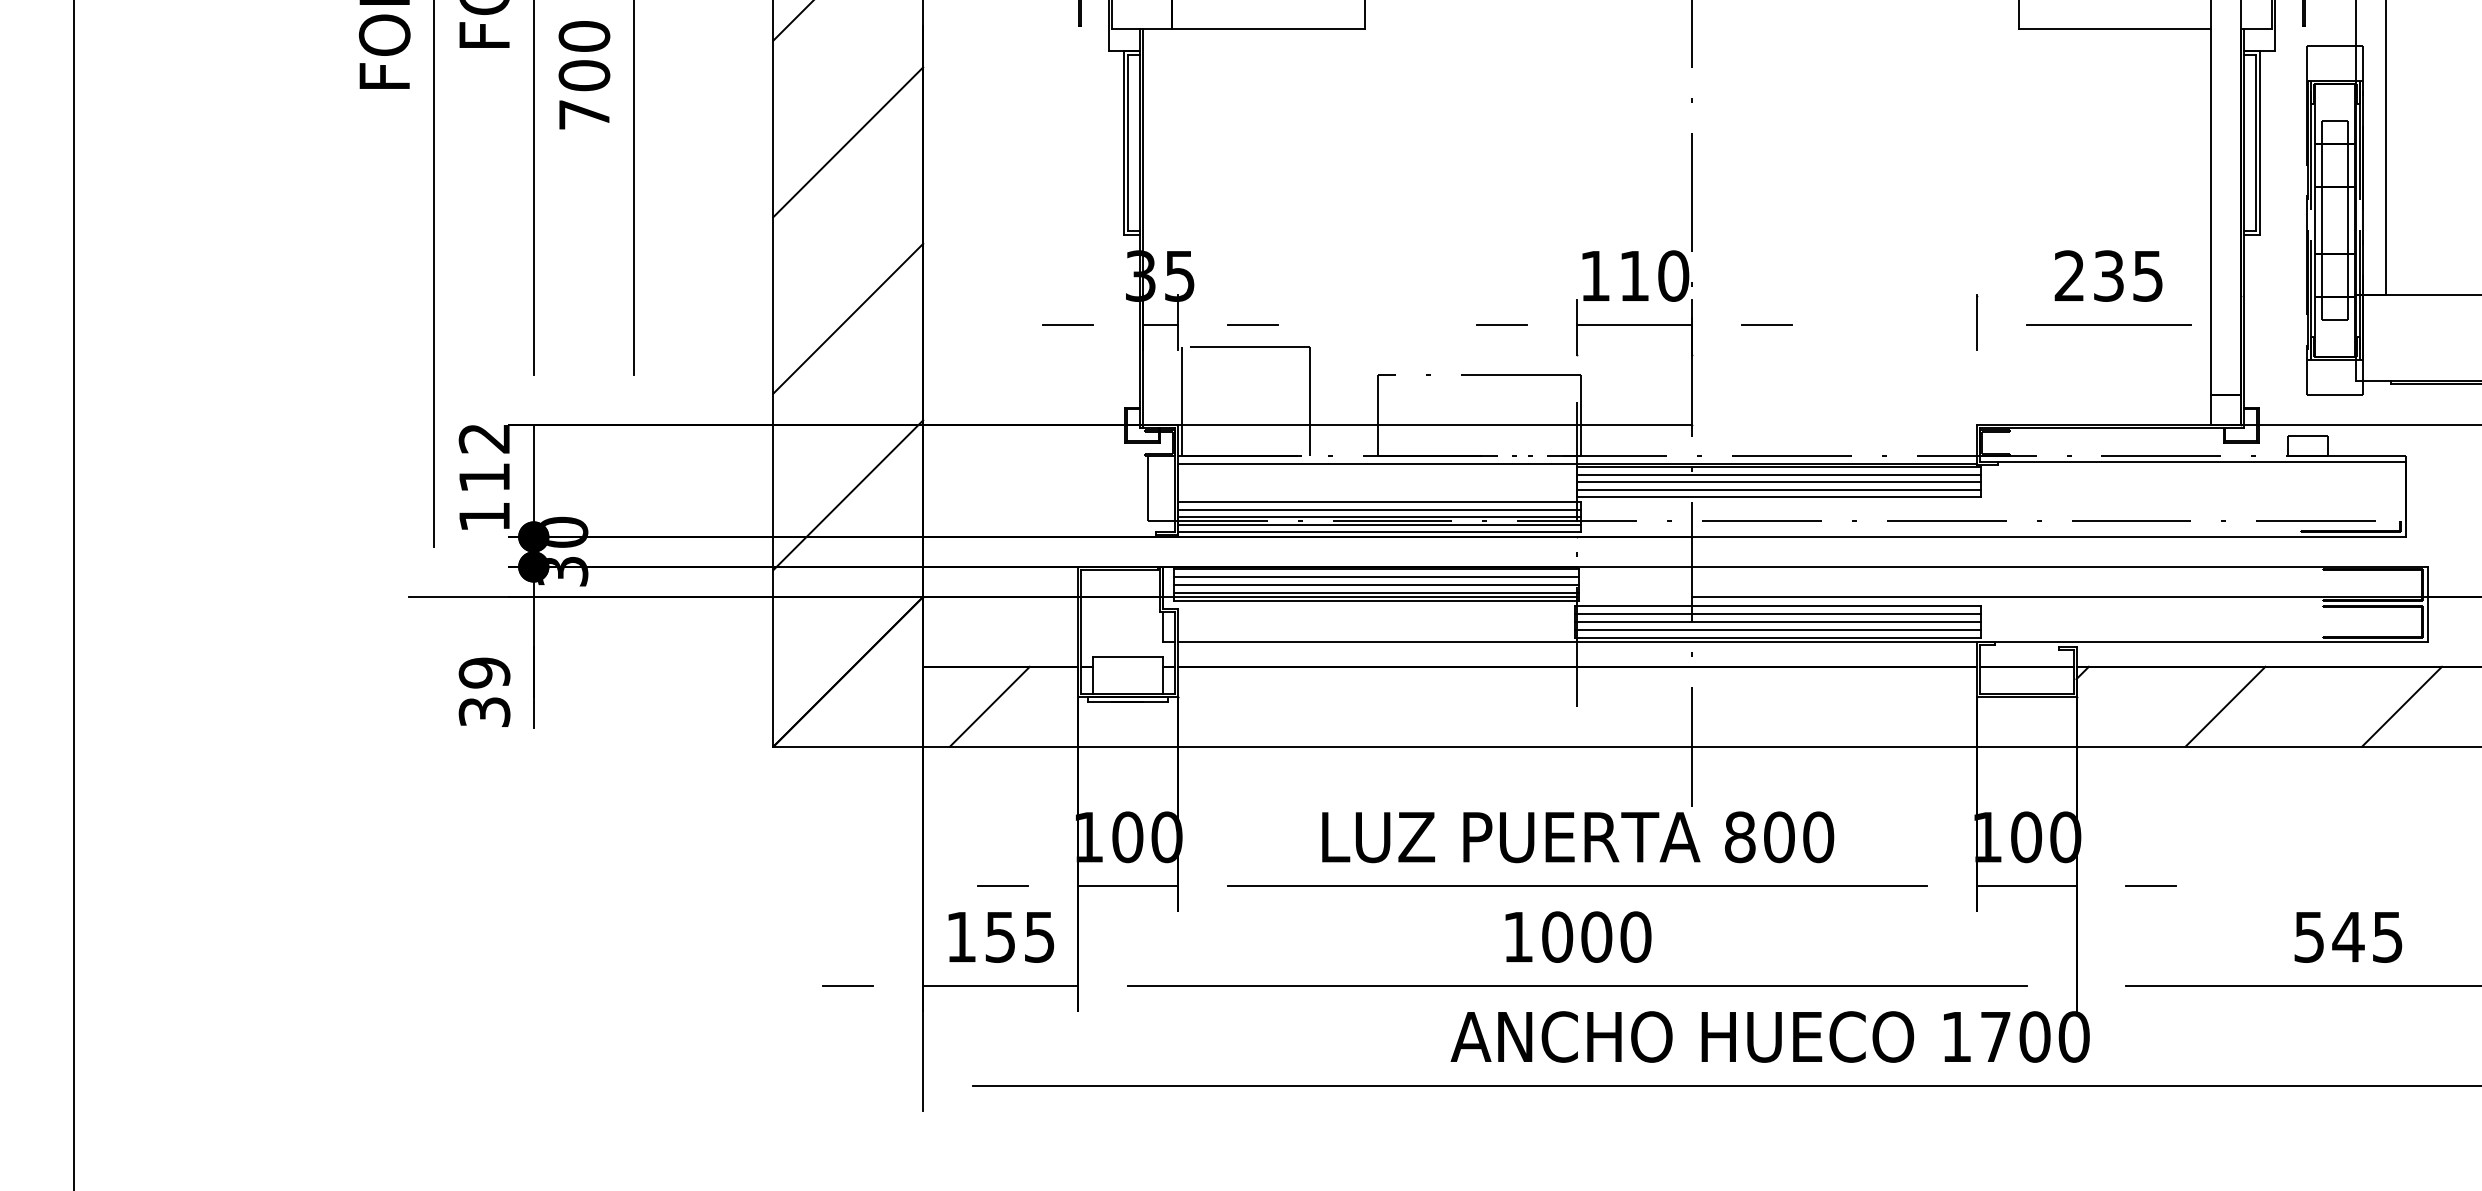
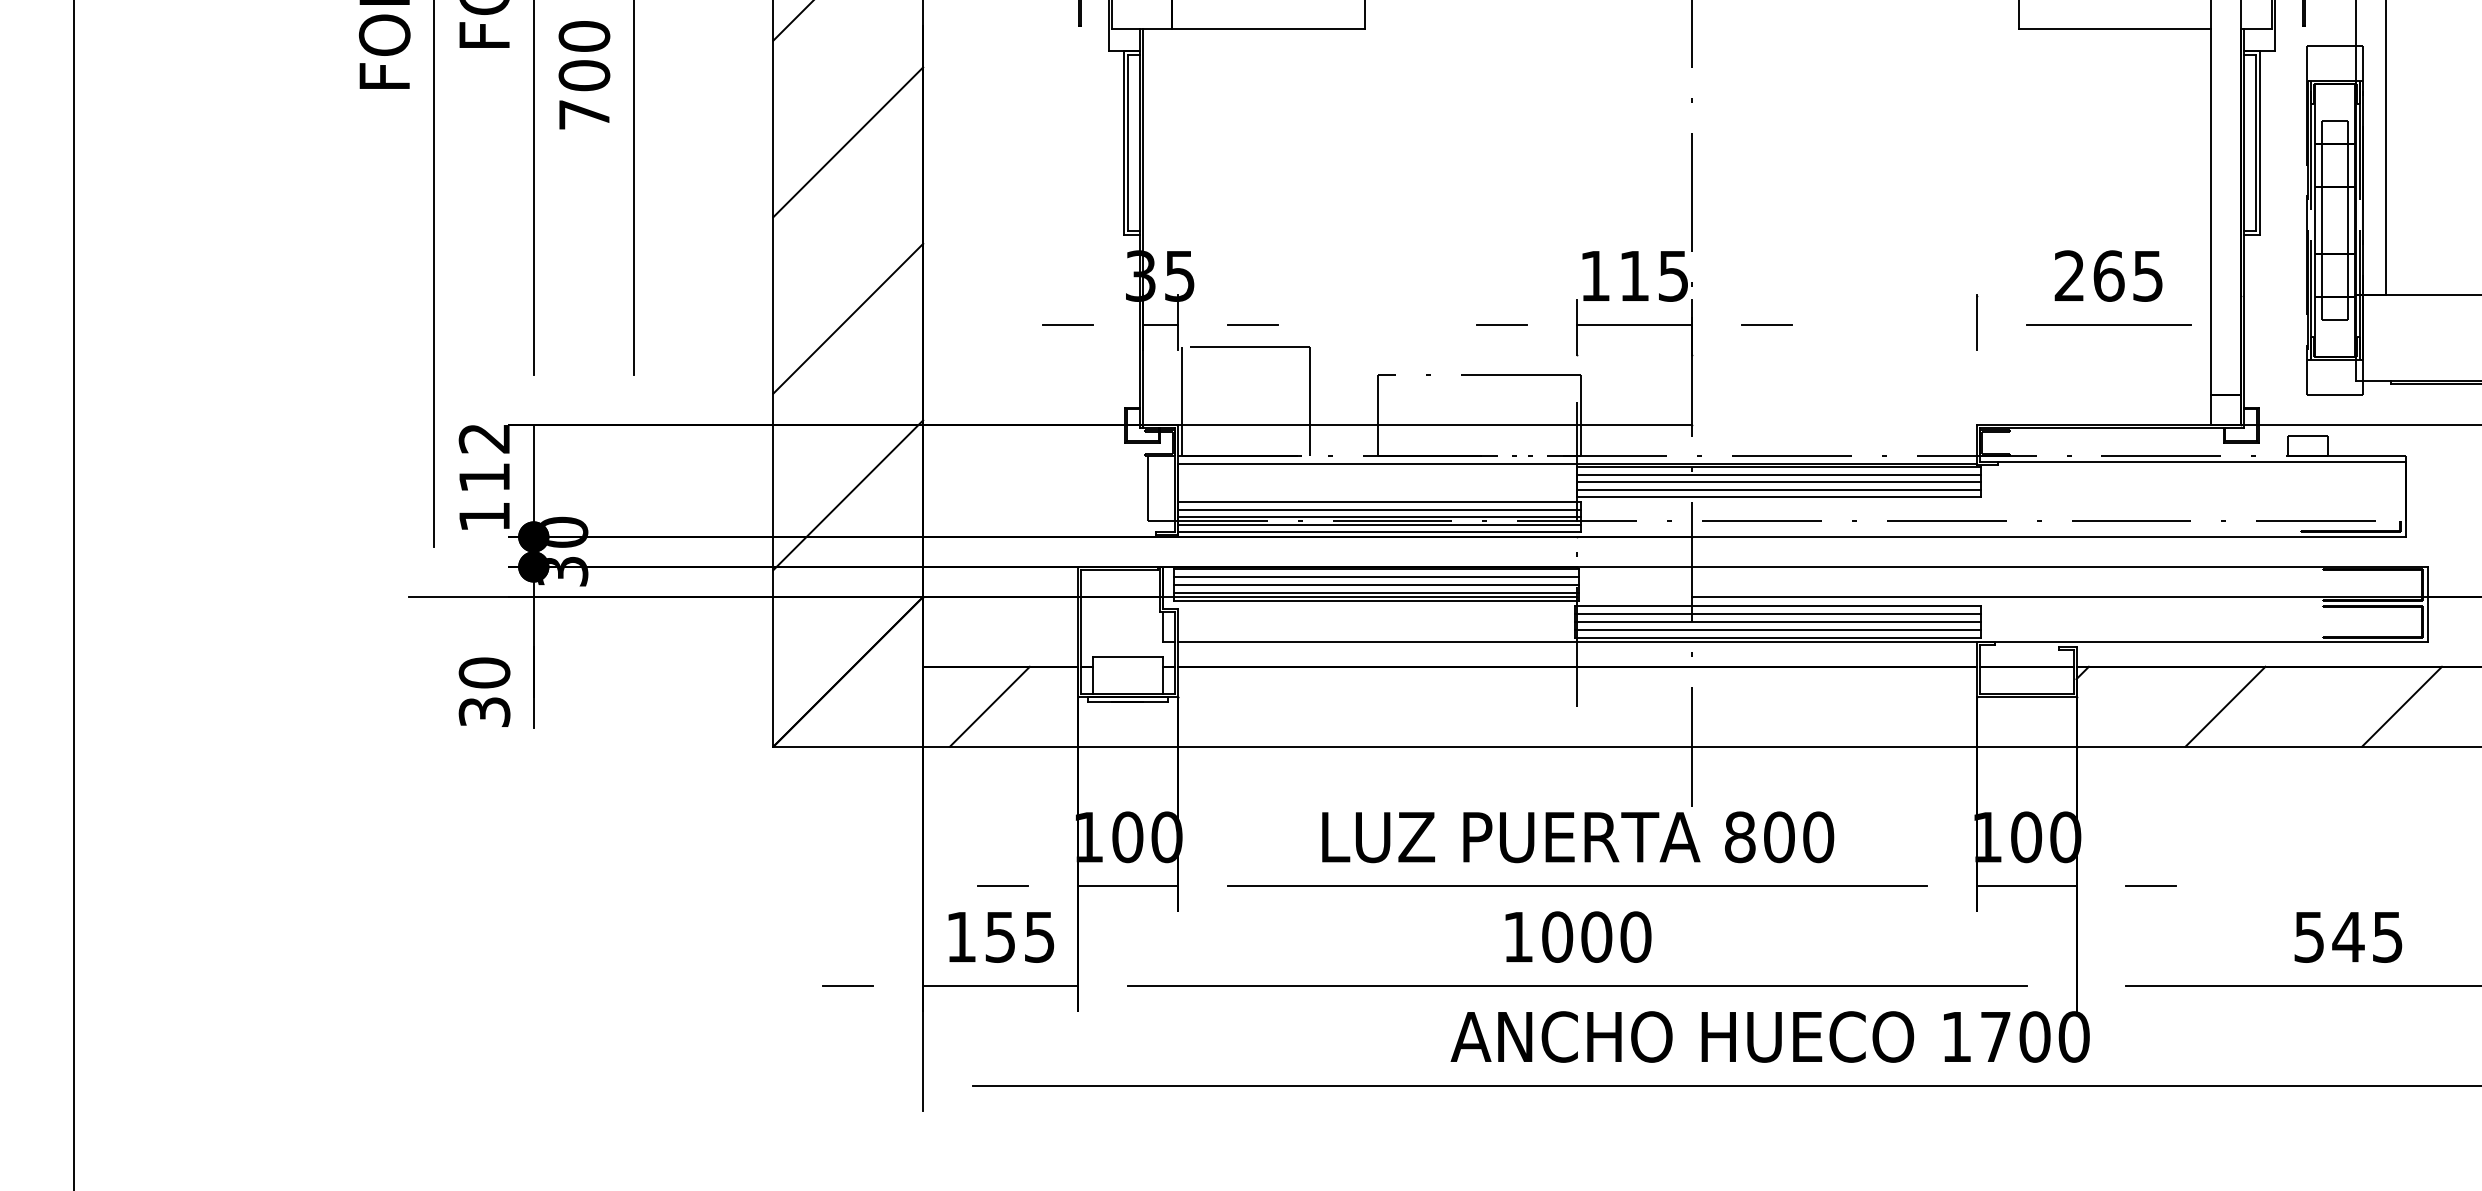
text at (1673, 275): 110 -> 115
text at (2108, 275): 235 -> 265
text at (484, 672): 39 -> 30
